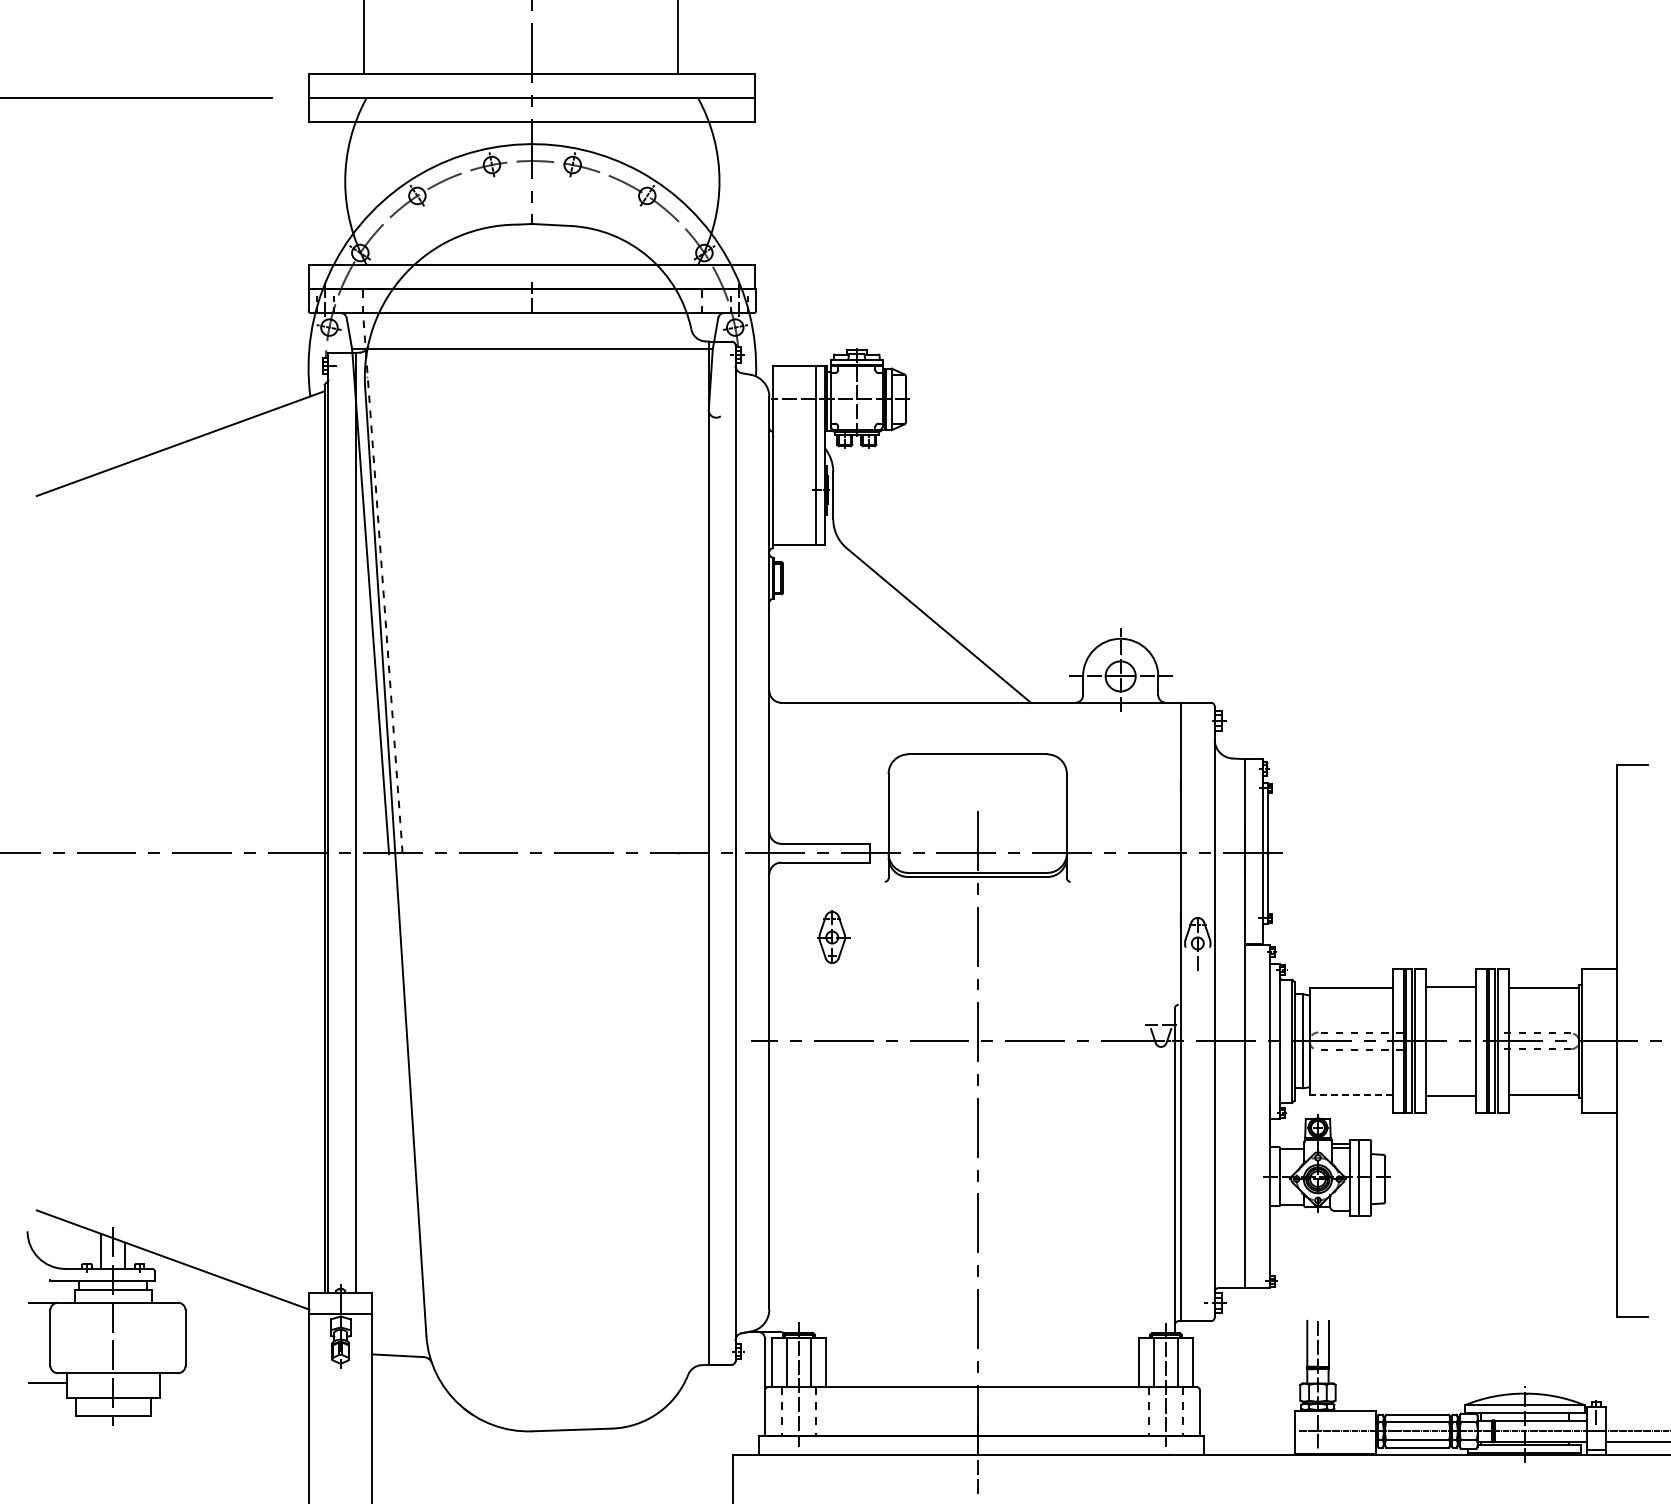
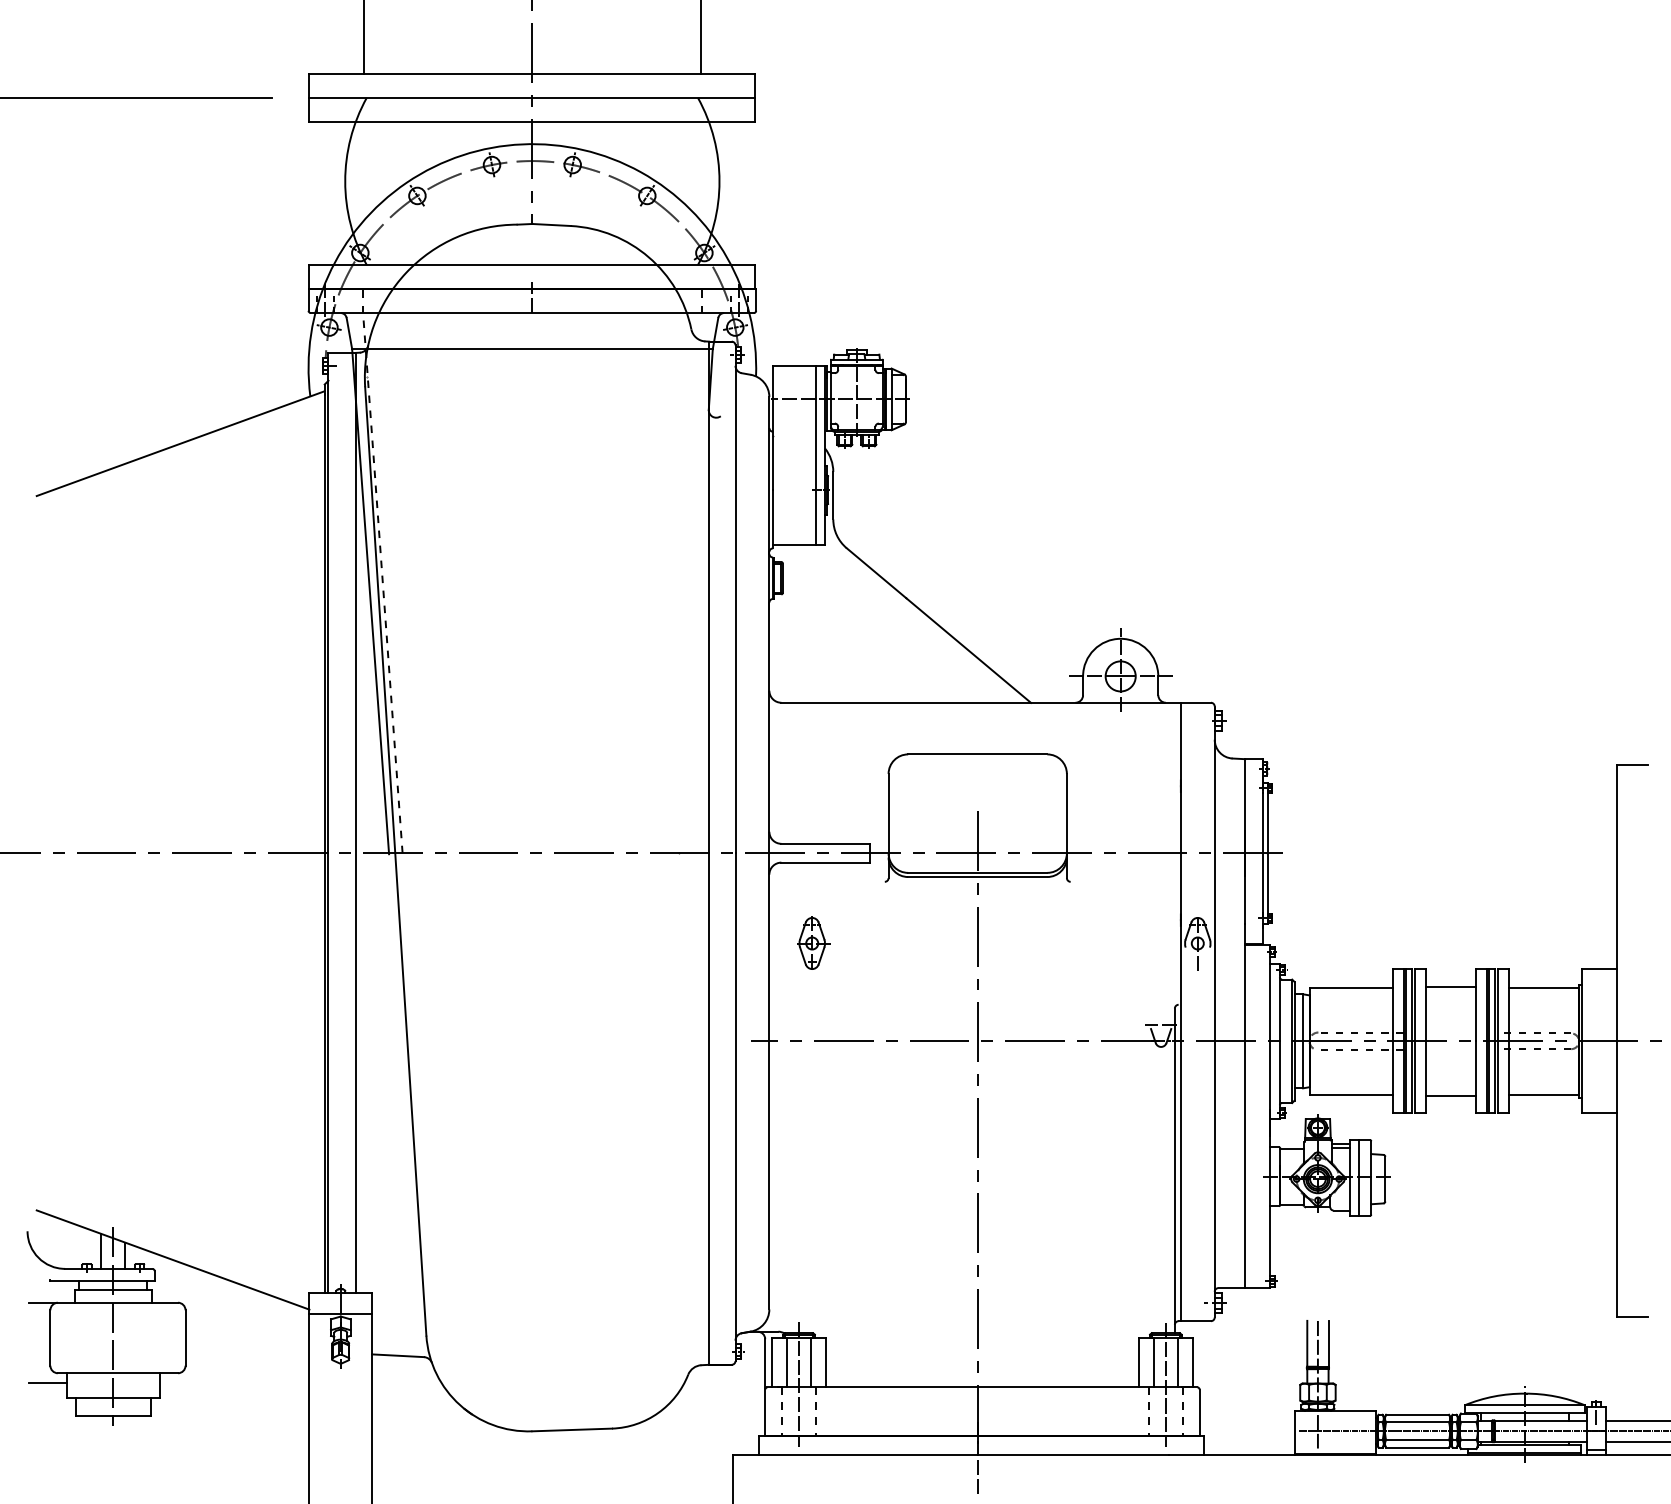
line at (677, 37) position: (677, 37) -> (700, 37)
part at (833, 936) position: (833, 936) -> (813, 942)
line at (1351, 1094): dashed -> solid
line at (1636, 1420): none -> present
